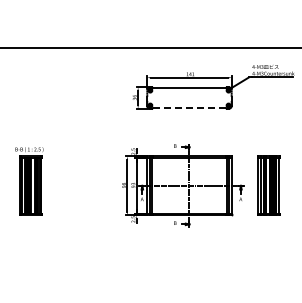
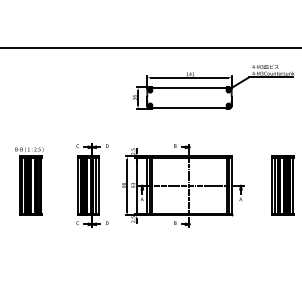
line at (189, 108): dashed -> solid
part at (92, 185): none -> present
part at (268, 185) position: (268, 185) -> (282, 185)
